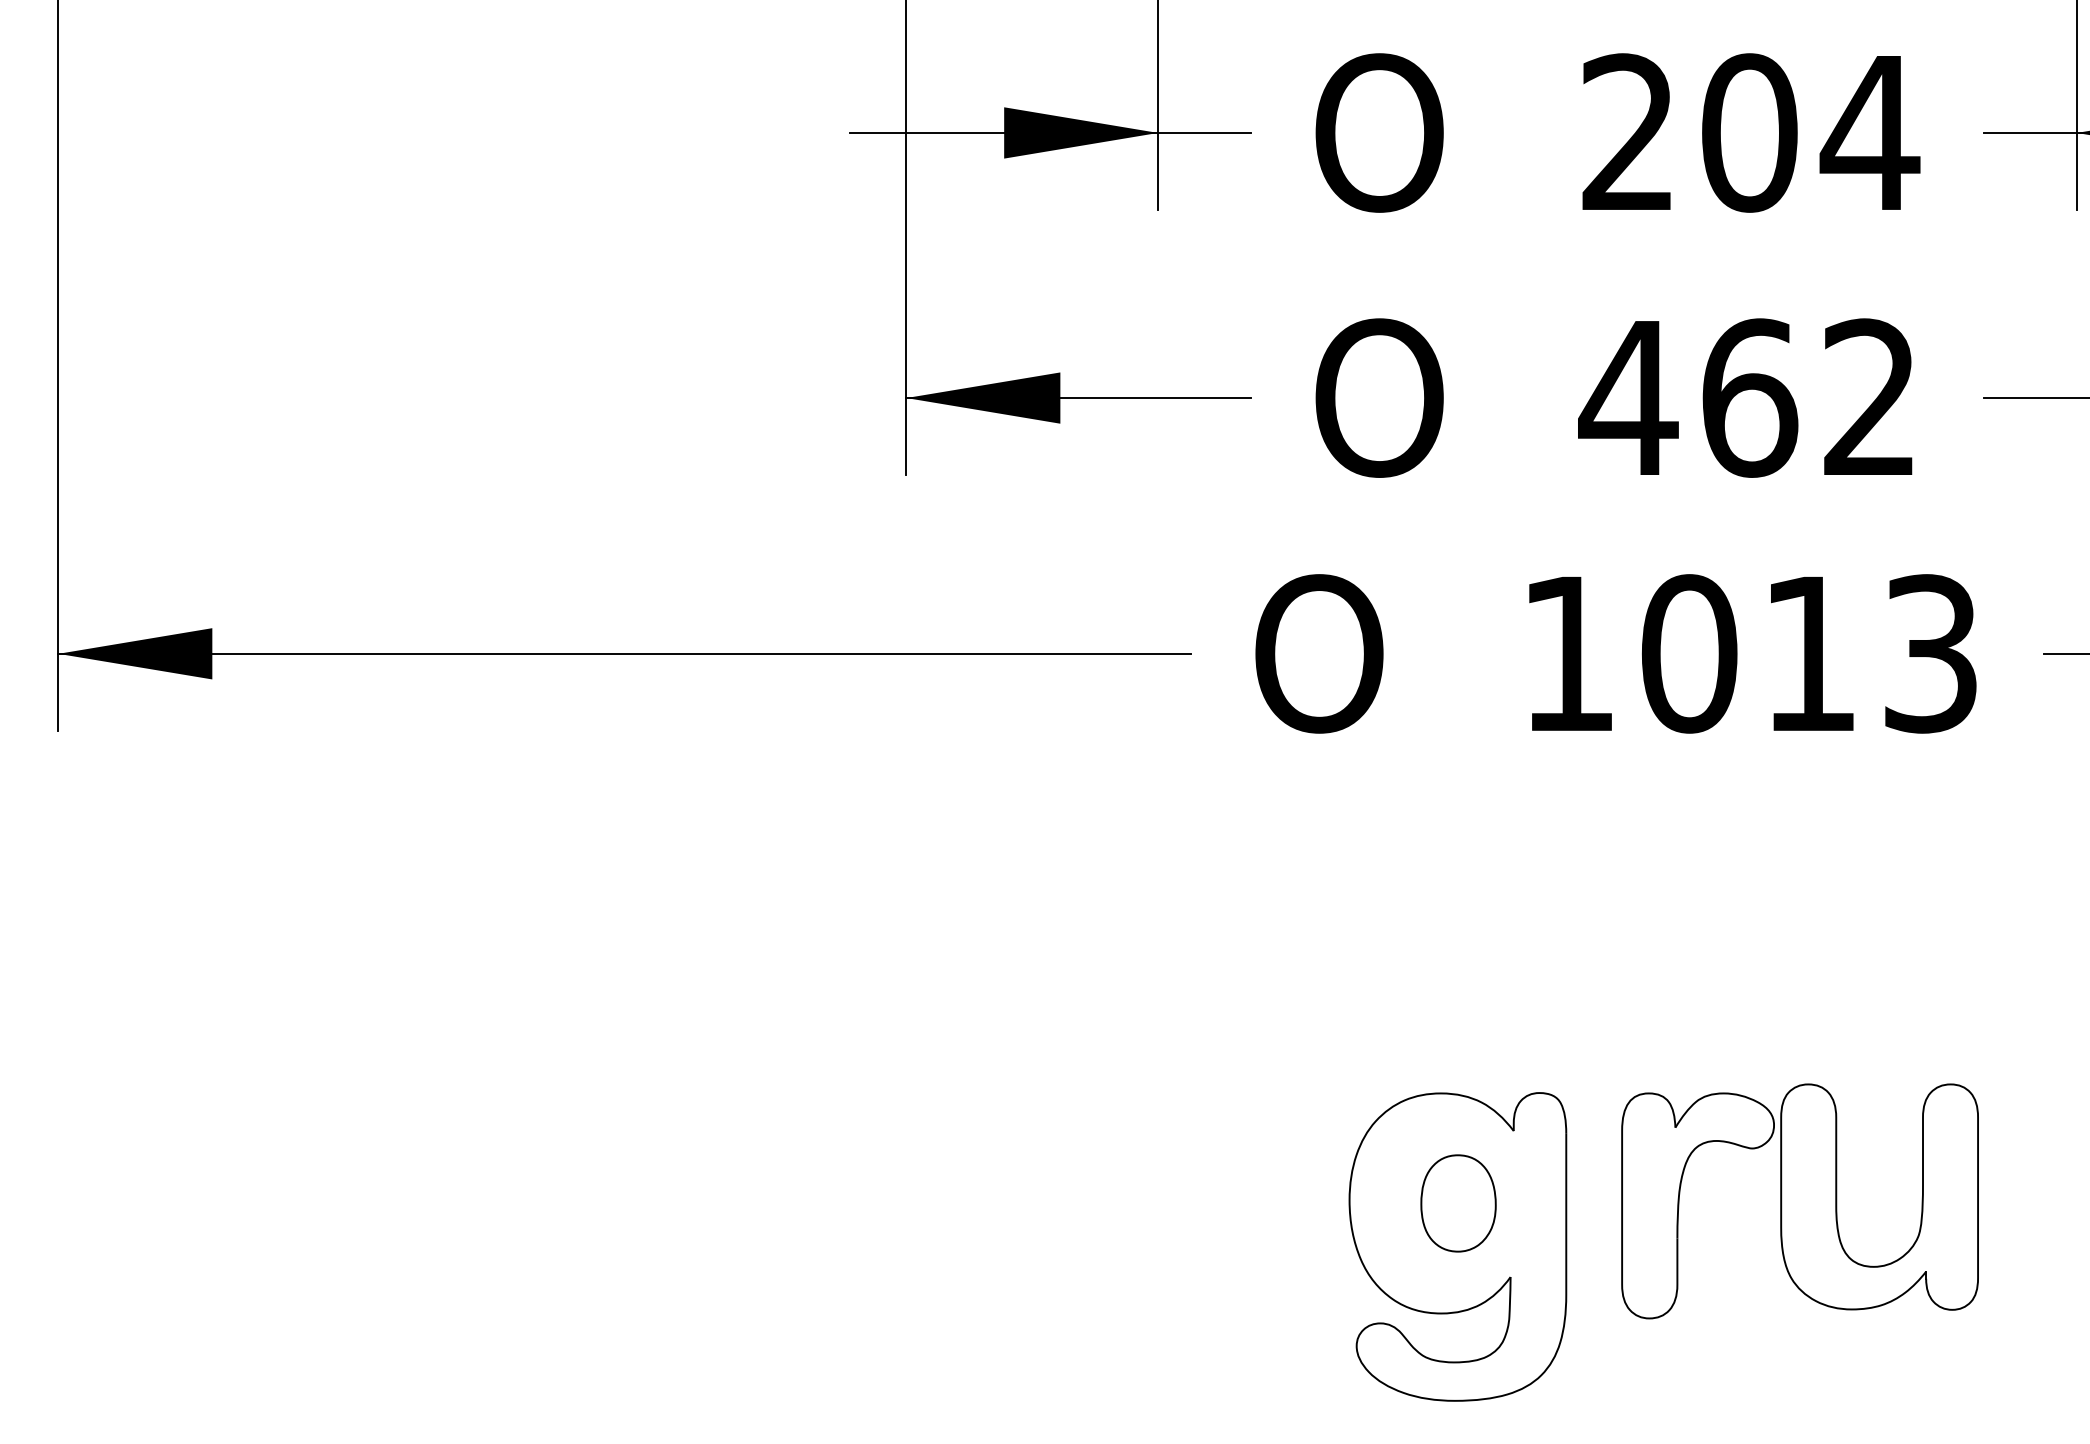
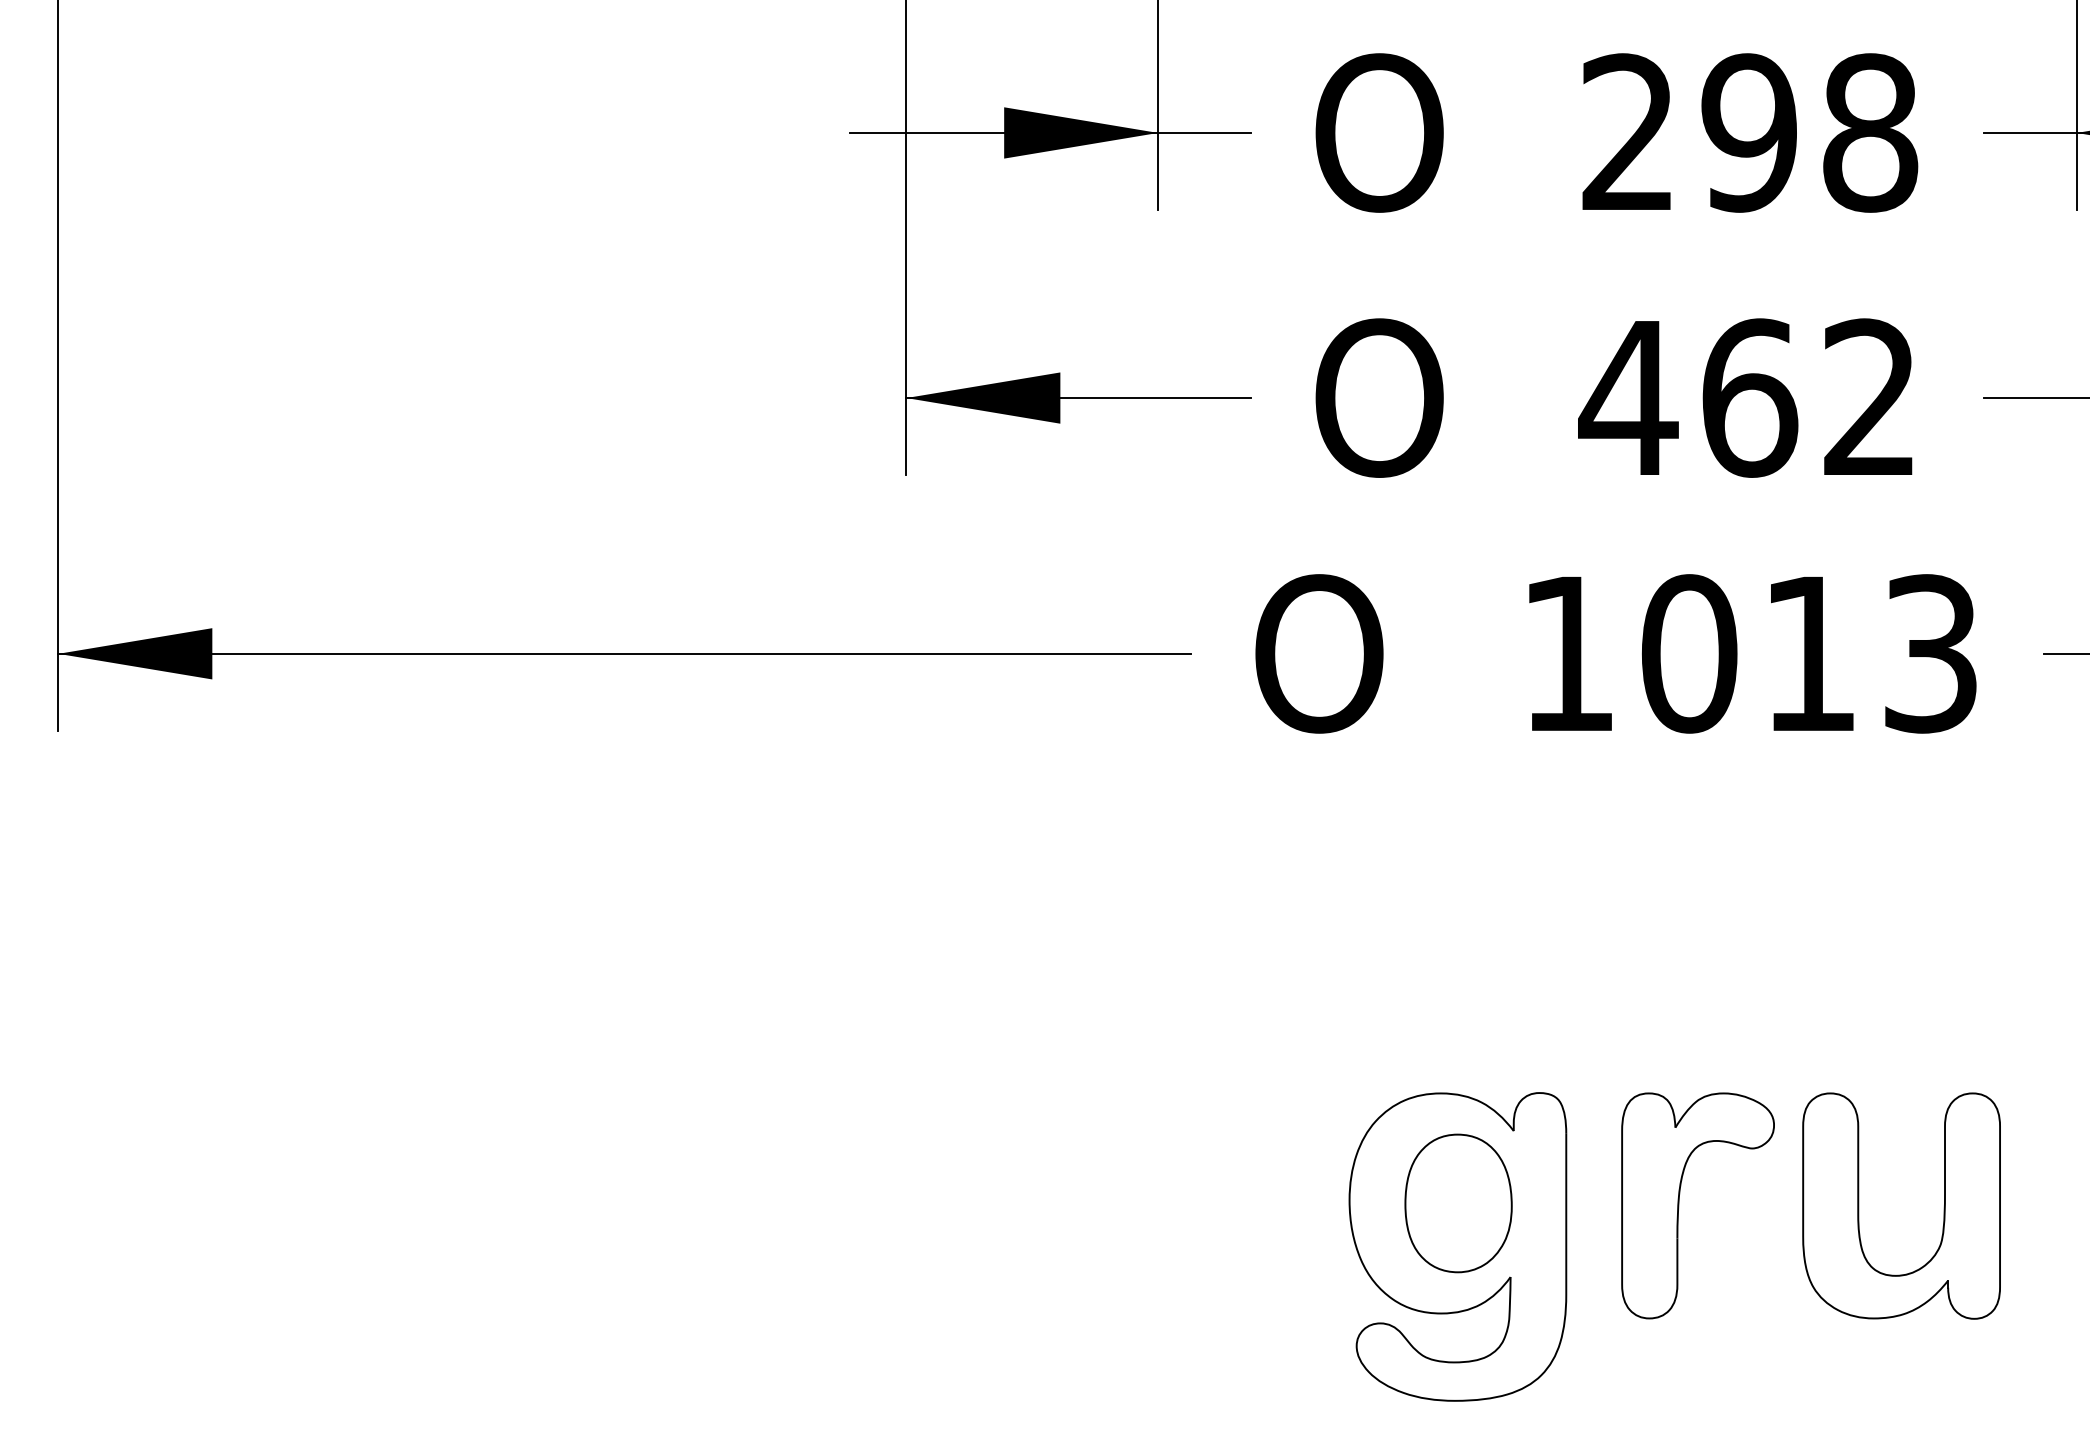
text at (1810, 132): 204 -> 298
part at (1837, 1196) position: (1837, 1196) -> (1859, 1205)
part at (1458, 1203) size: 77x99 px -> 109x141 px
